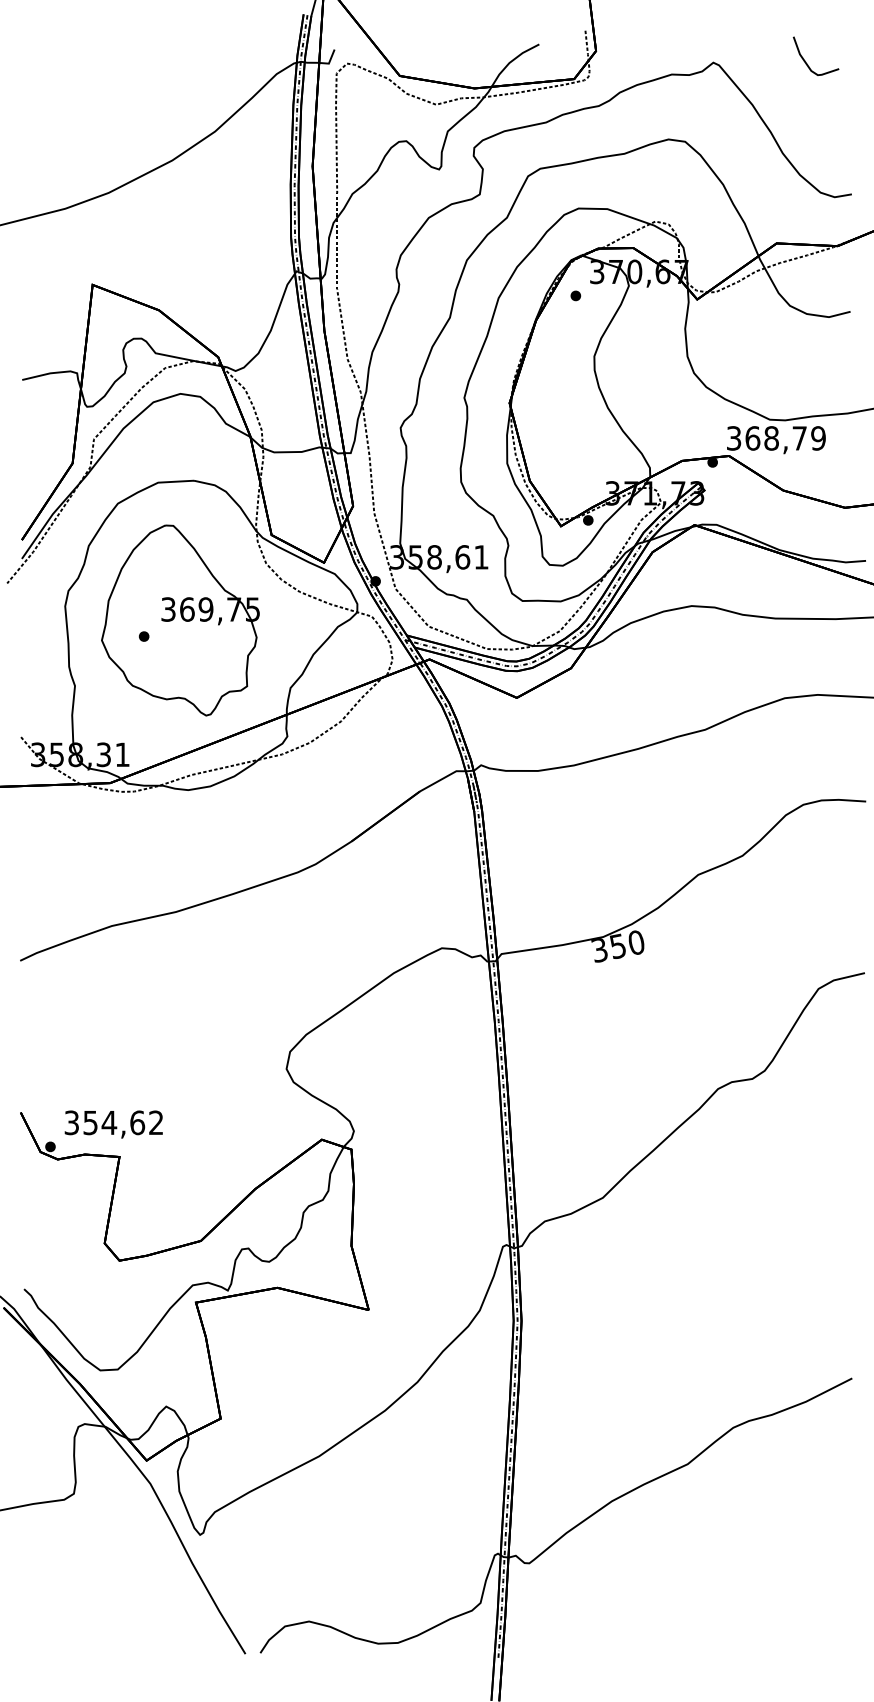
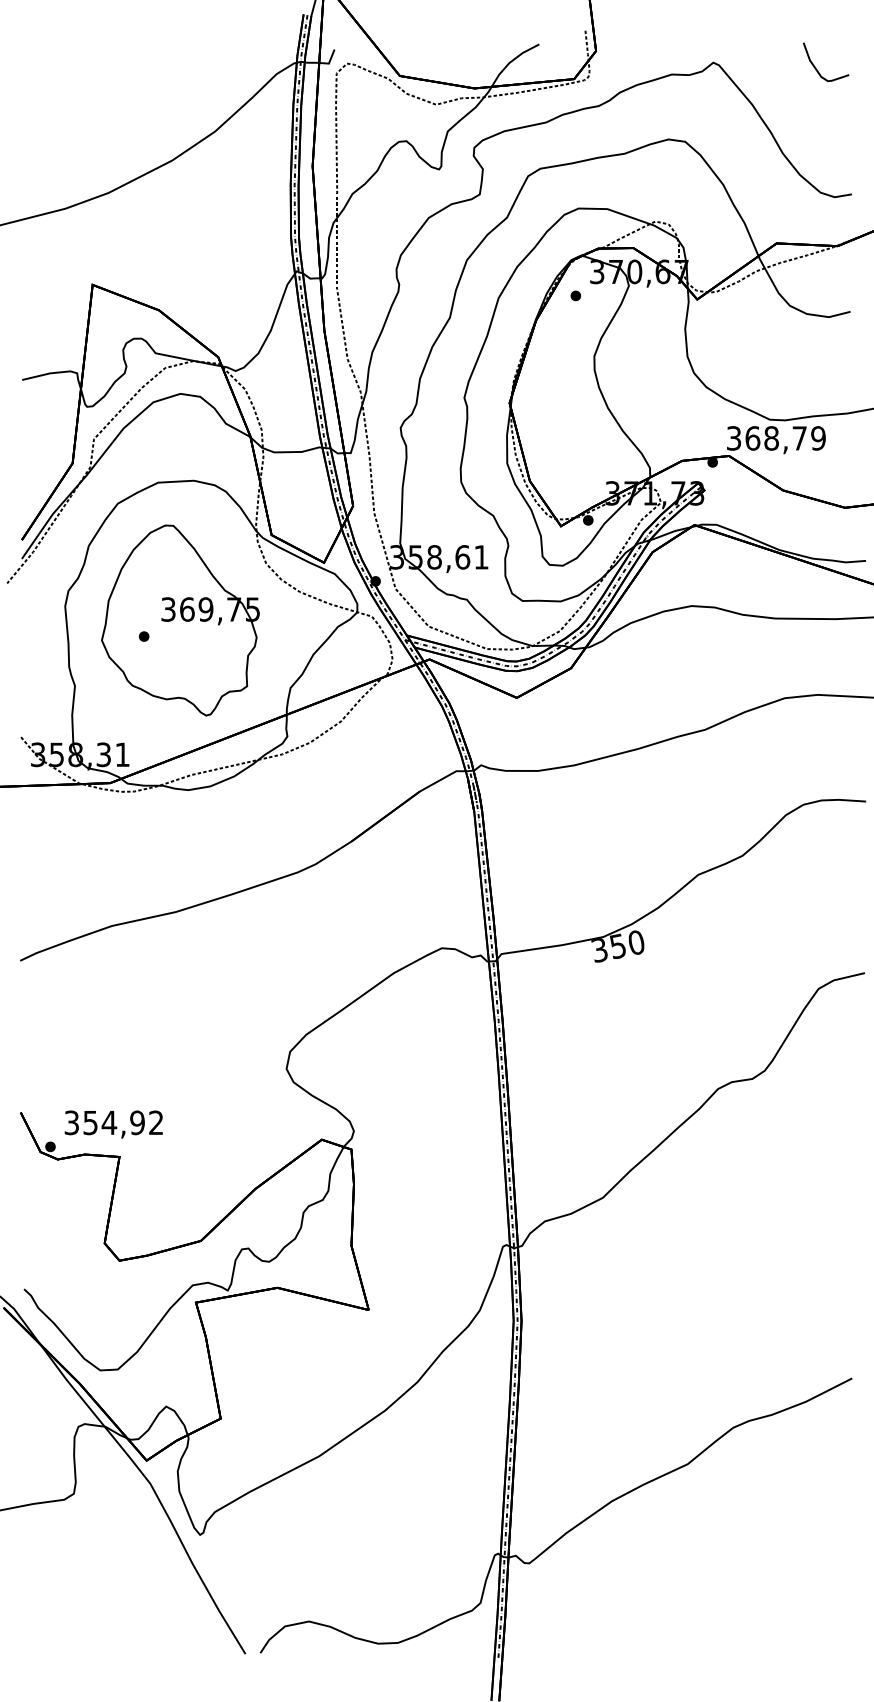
curve at (805, 60) position: (805, 60) -> (815, 66)
text at (137, 1122): 354,62 -> 354,92
